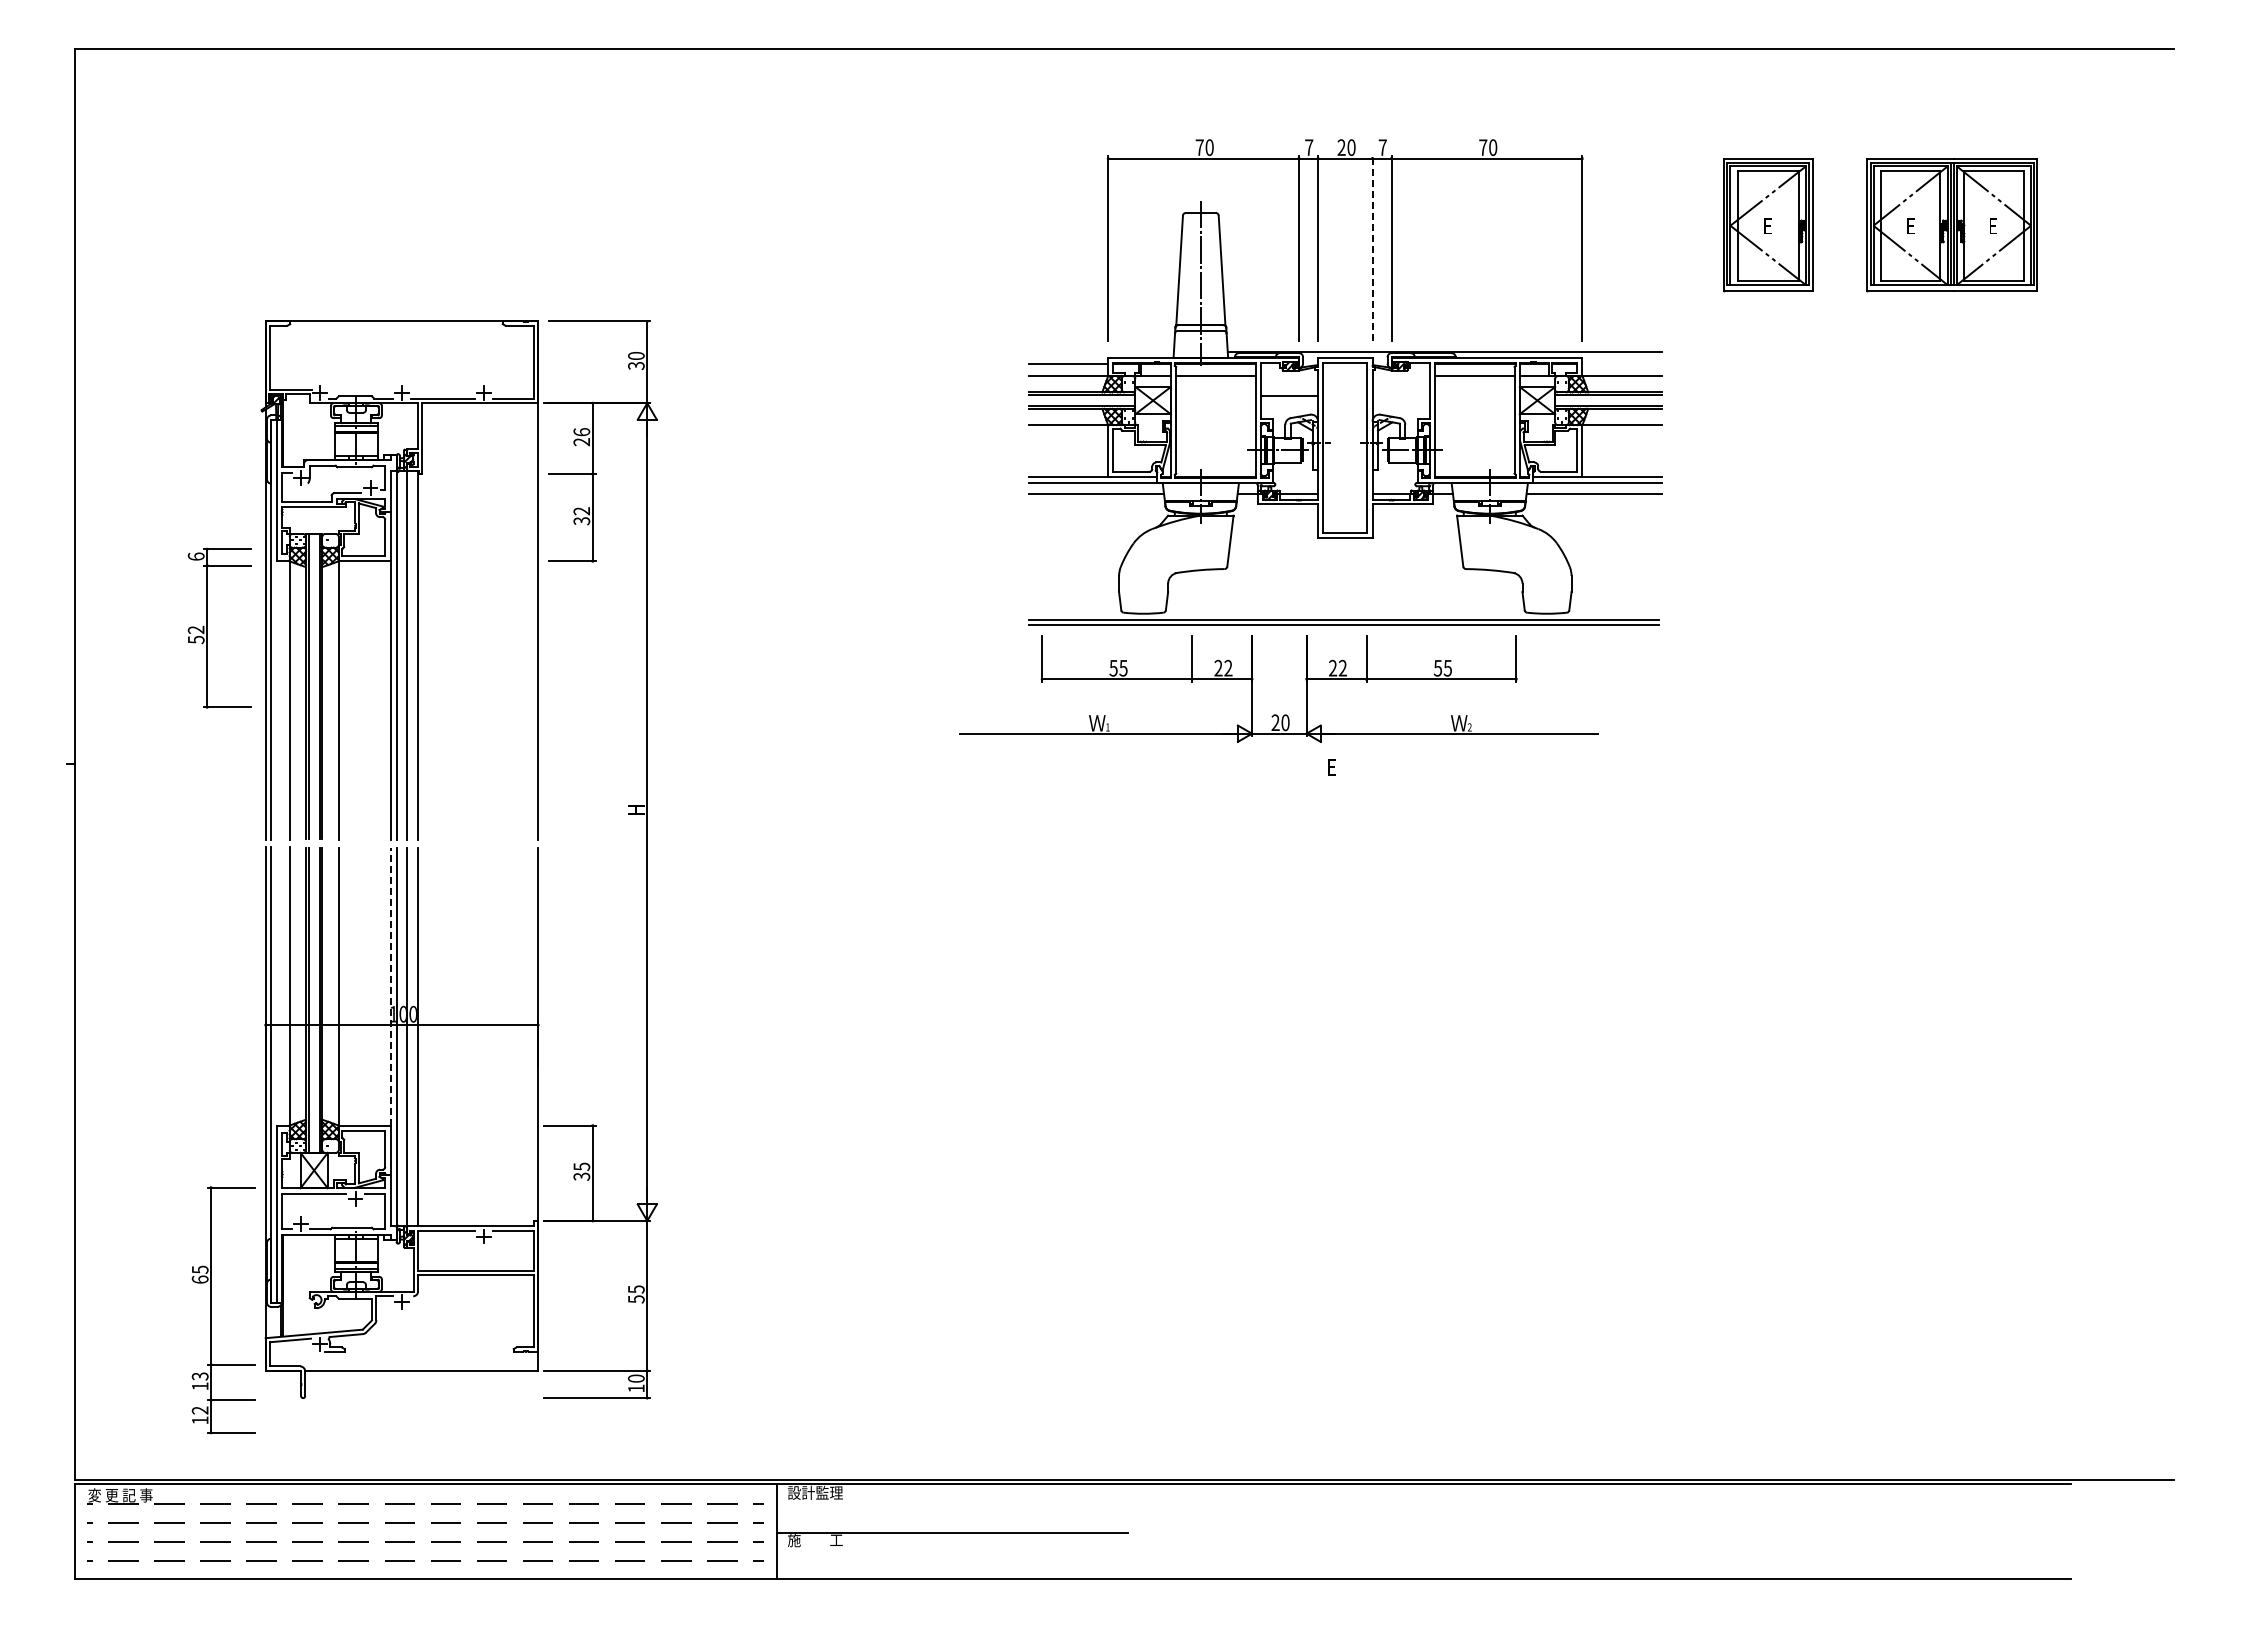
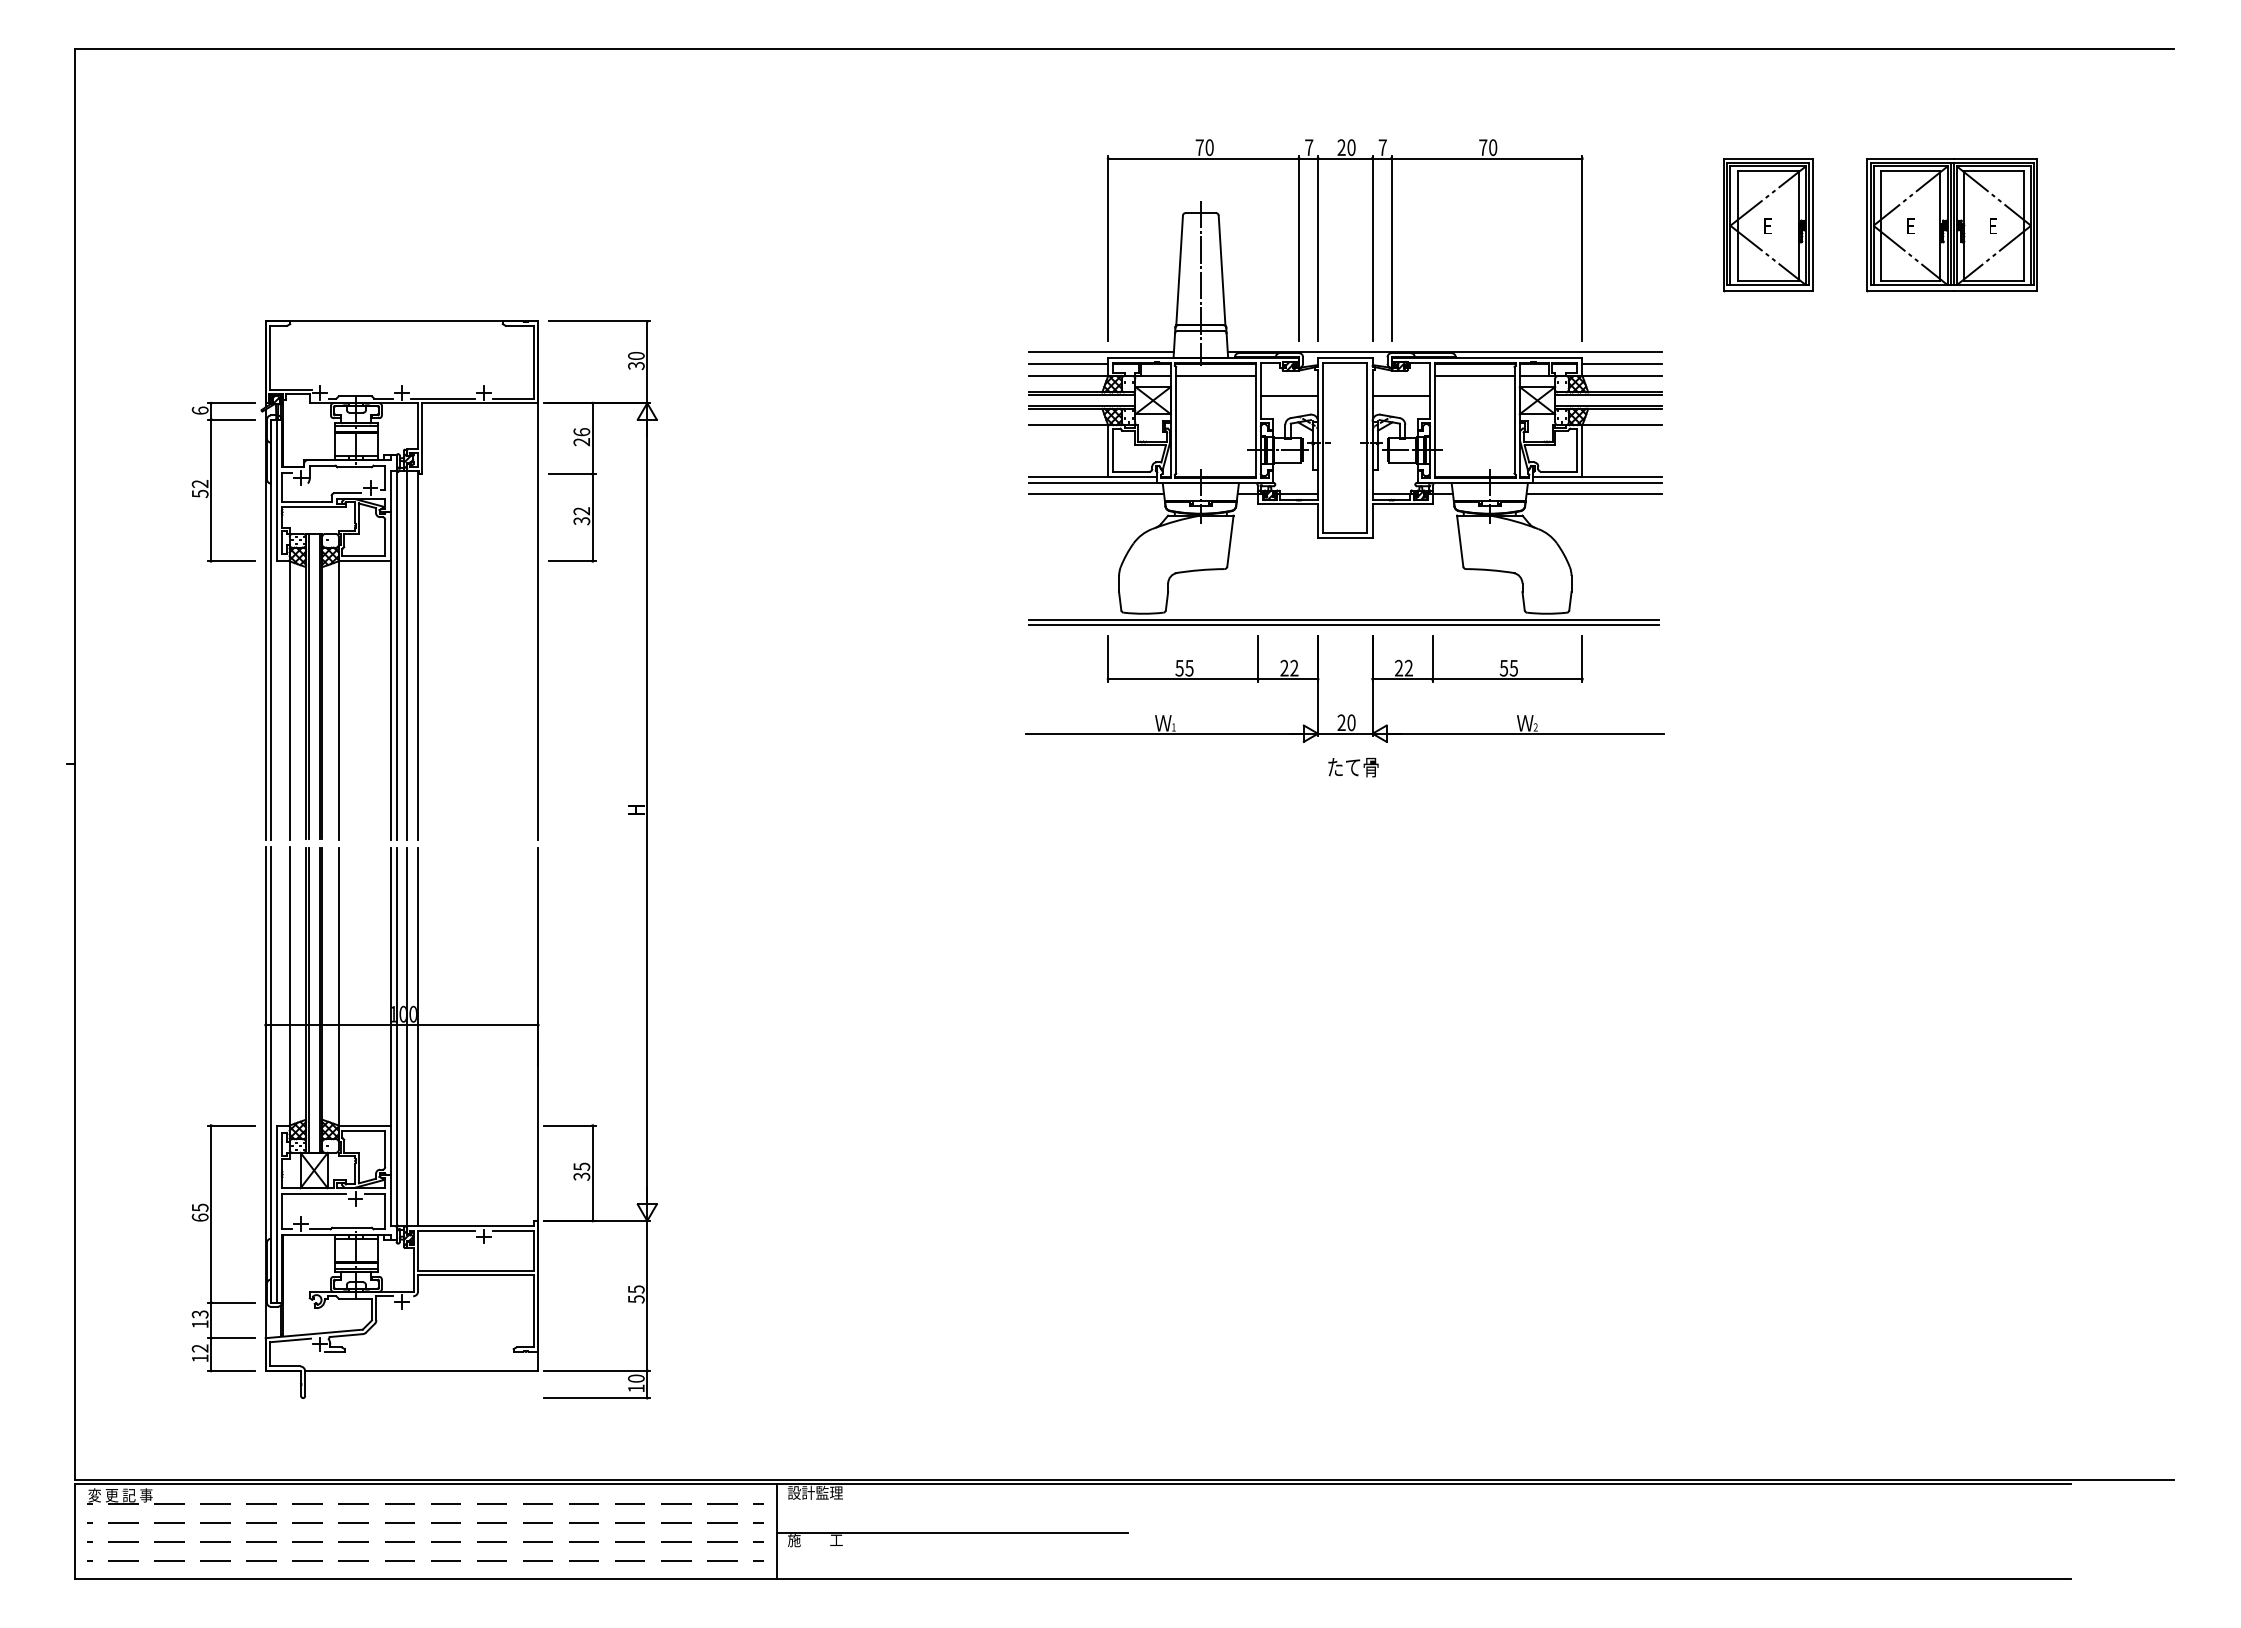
line at (1372, 248): dashed -> solid
line at (1101, 352): none -> present
line at (1621, 363): none -> present
line at (1400, 396): none -> present
part at (207, 627) position: (207, 627) -> (211, 481)
part at (1252, 688) position: (1252, 688) -> (1318, 688)
text at (1353, 767): E -> たて骨
line at (390, 986): dashed -> solid
part at (211, 1310) position: (211, 1310) -> (211, 1248)
